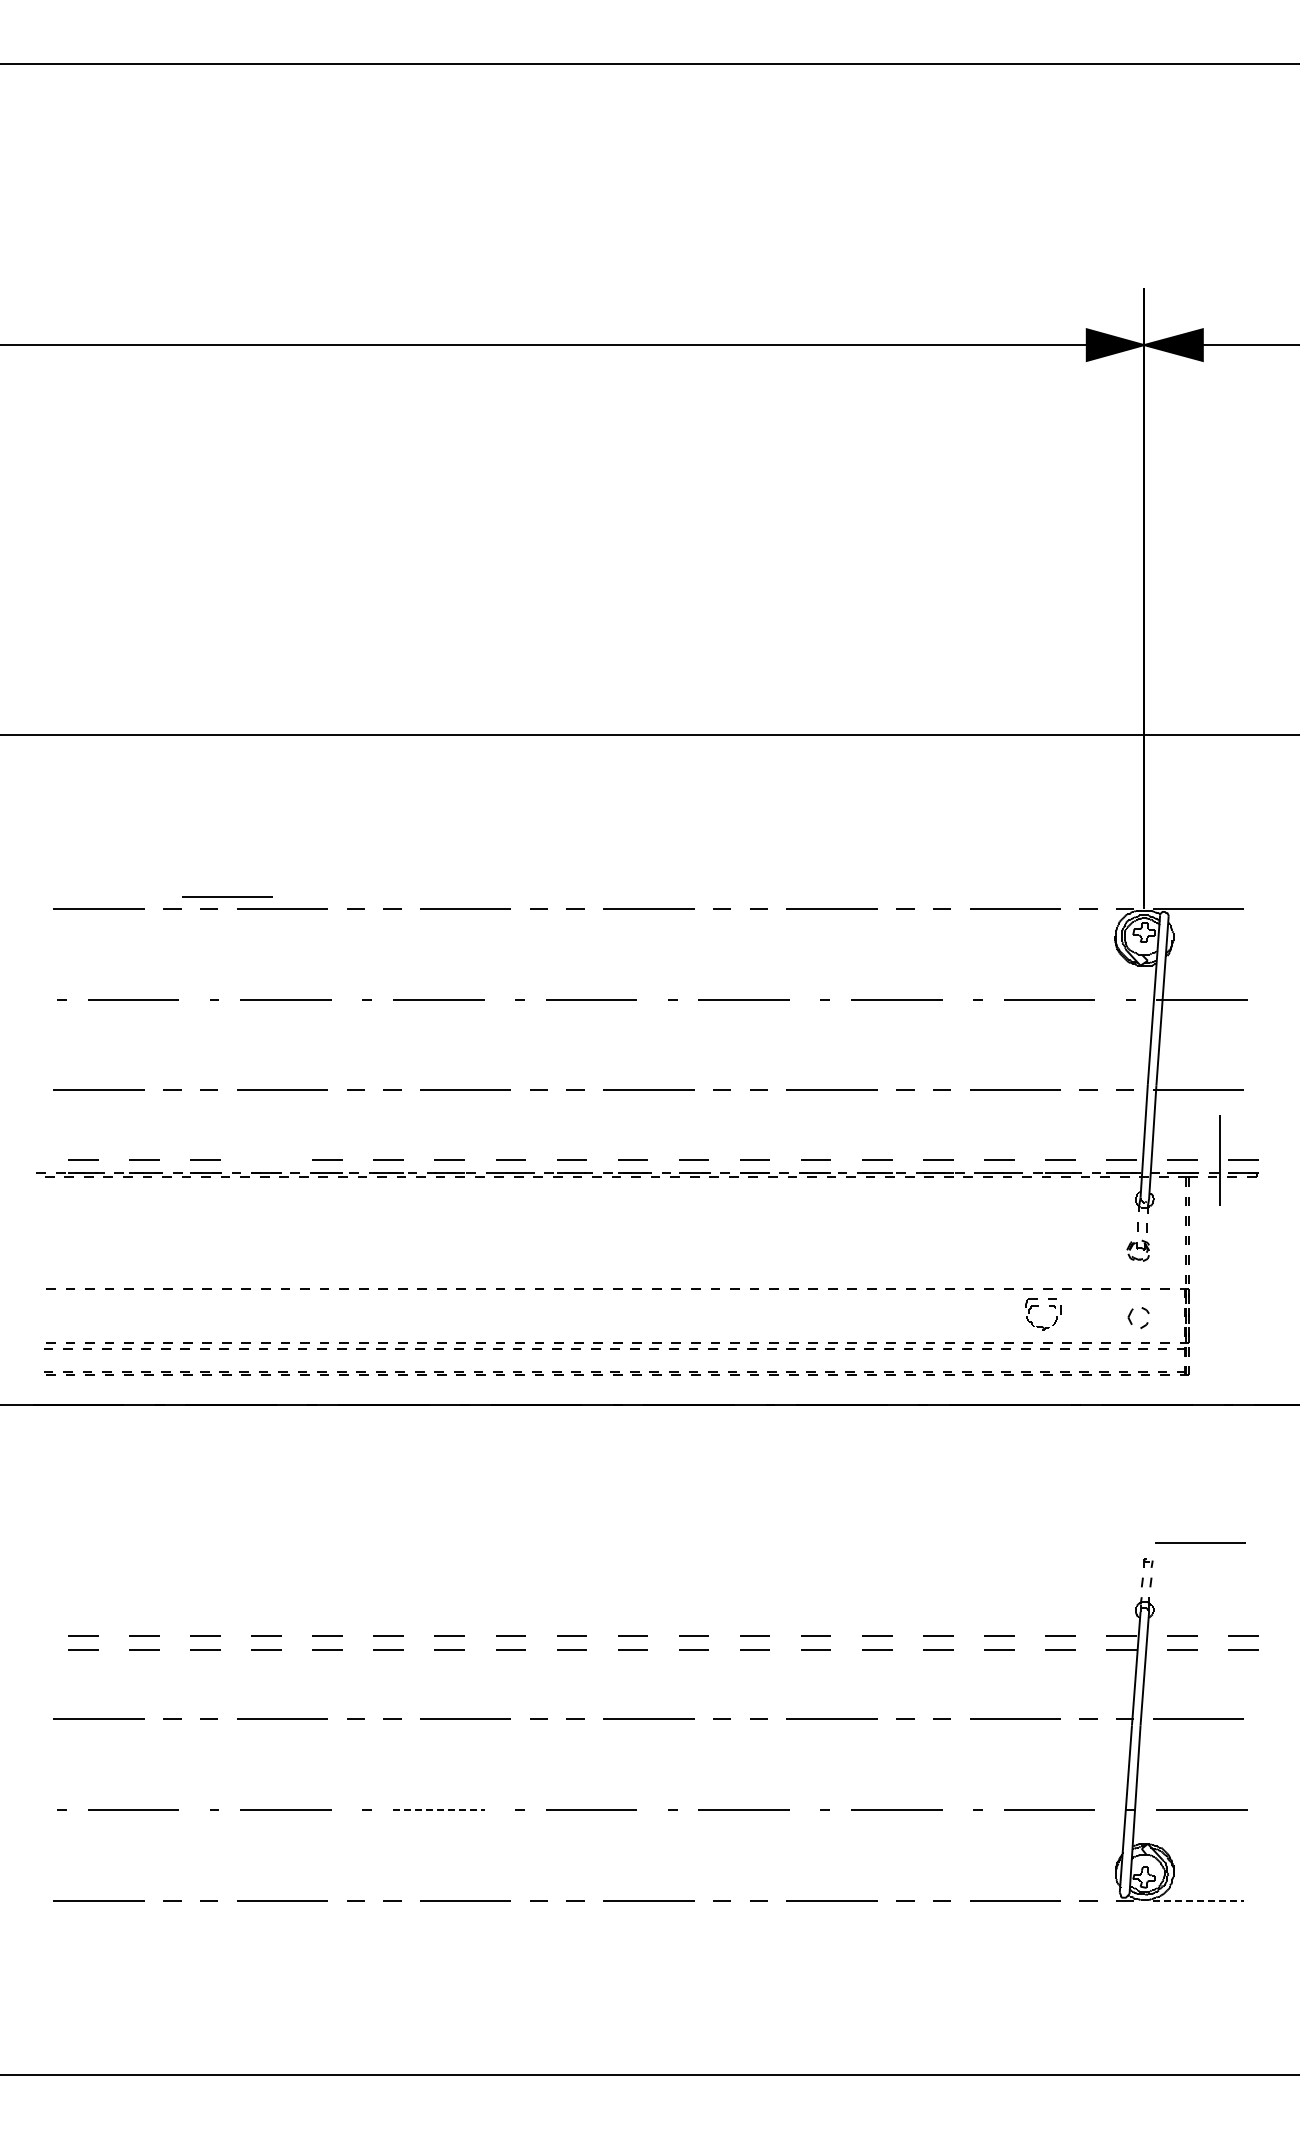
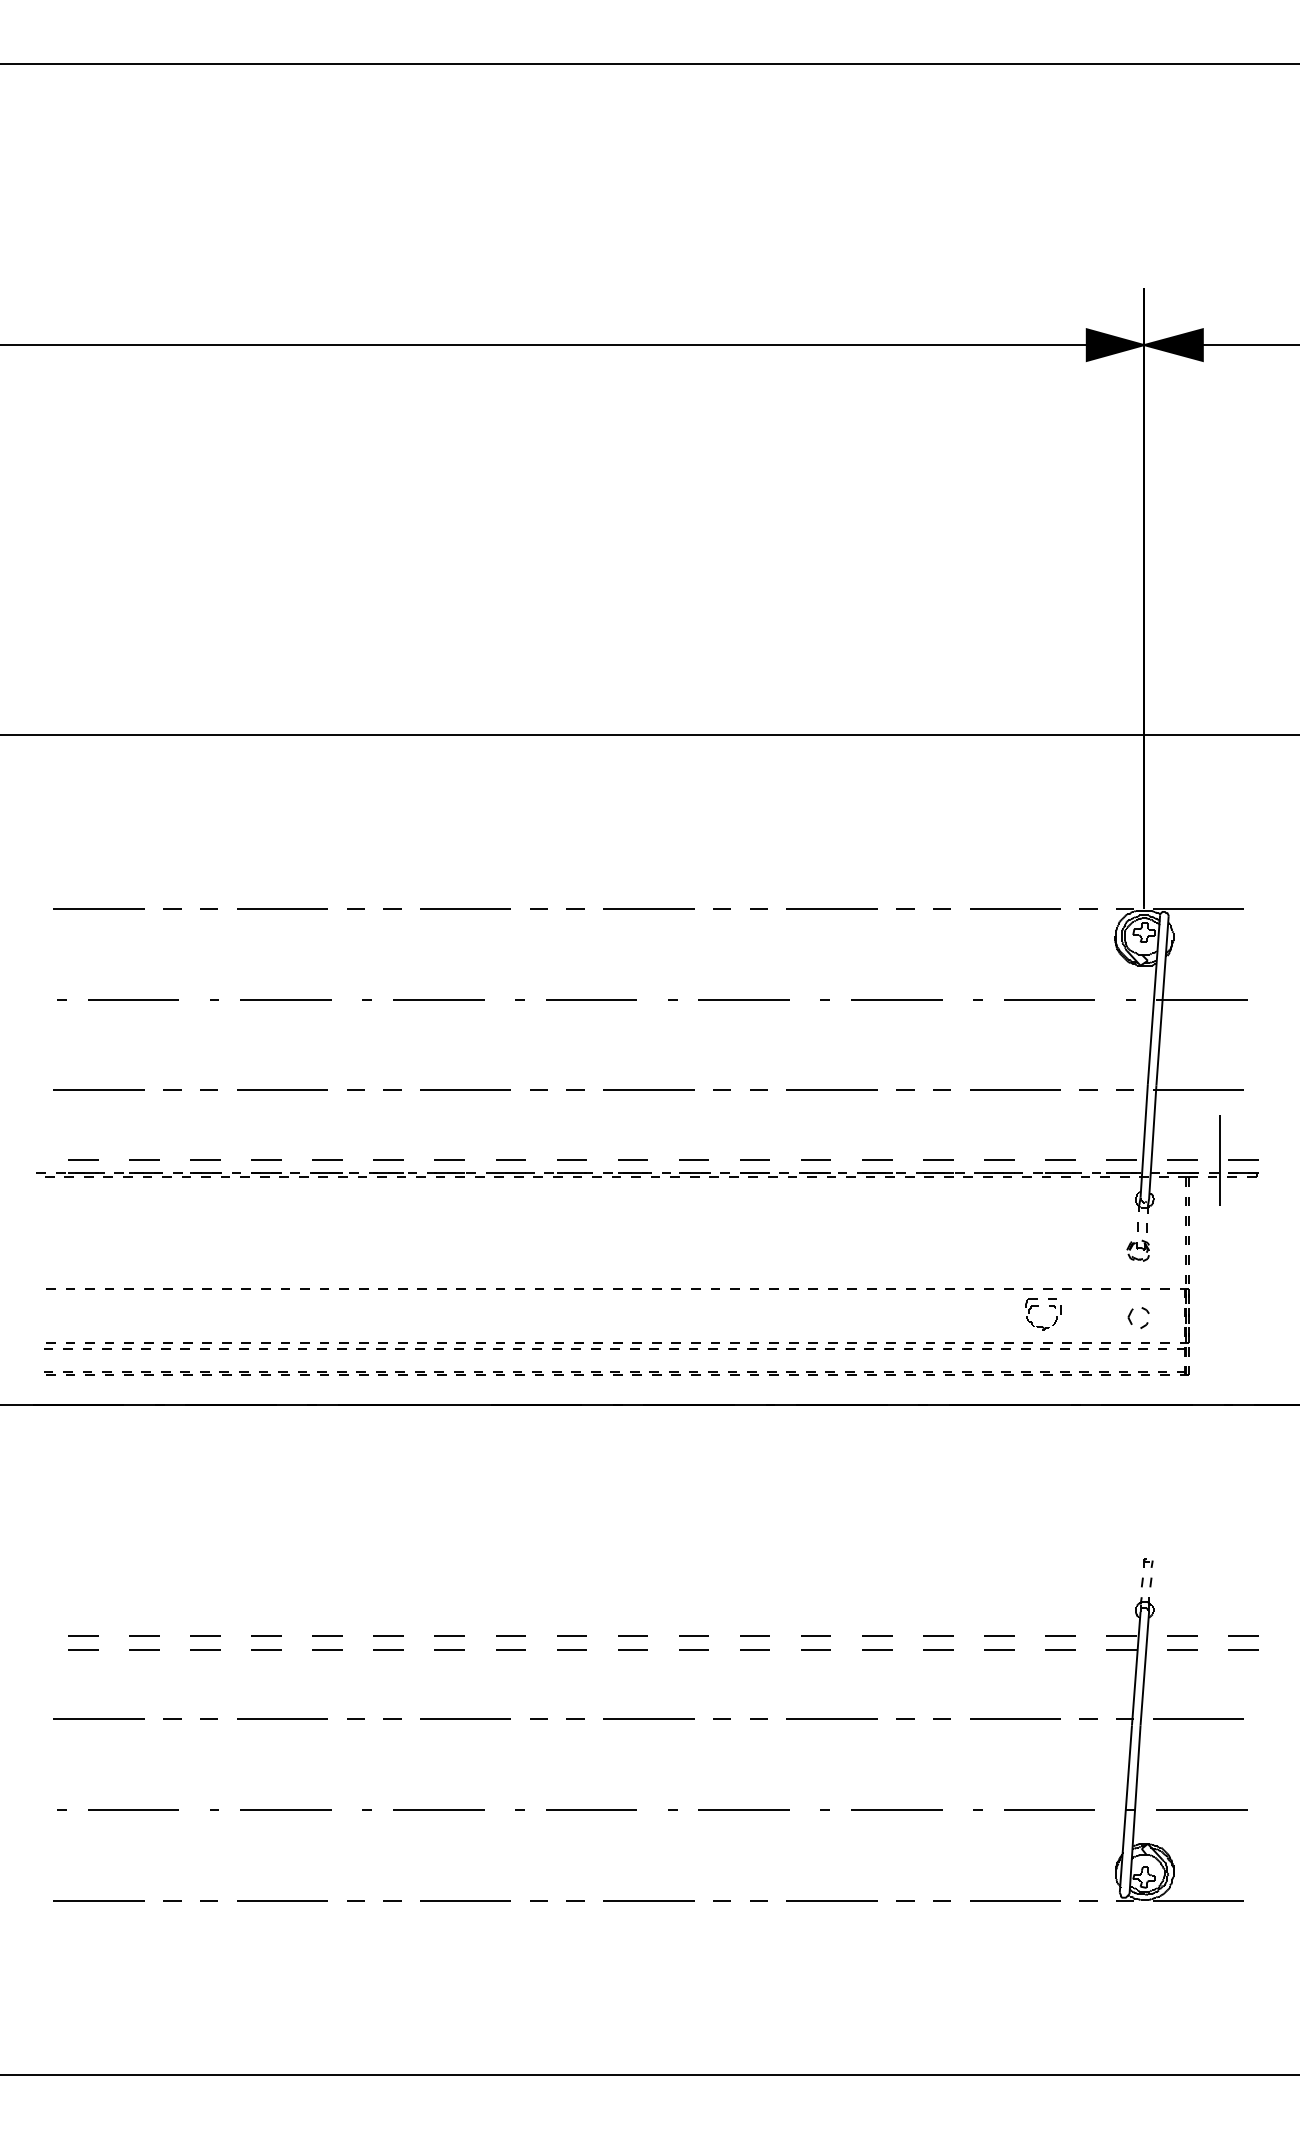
line at (227, 896): present -> none
line at (266, 1159): none -> present
line at (1200, 1542): present -> none
line at (438, 1809): dashed -> solid
line at (1198, 1901): dashed -> solid
